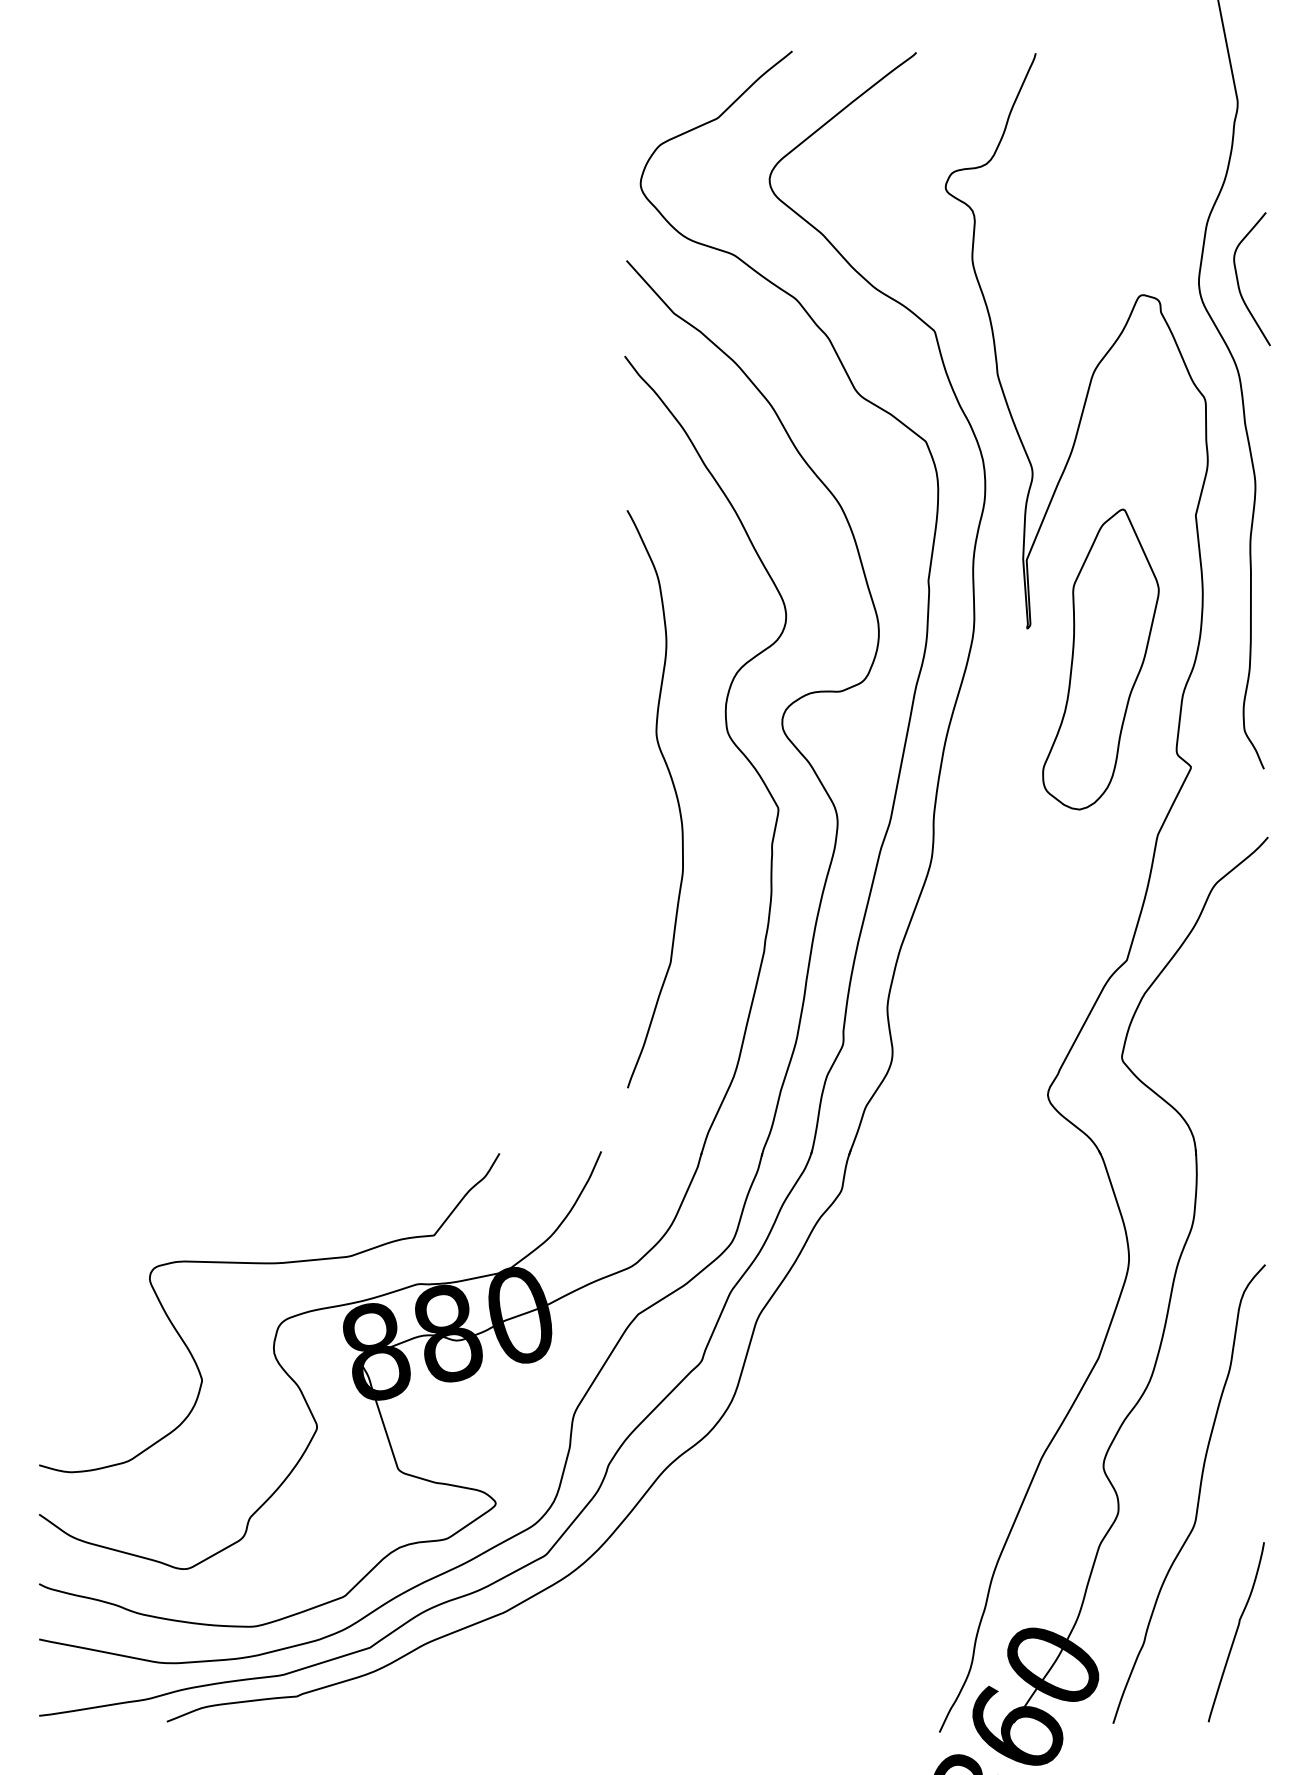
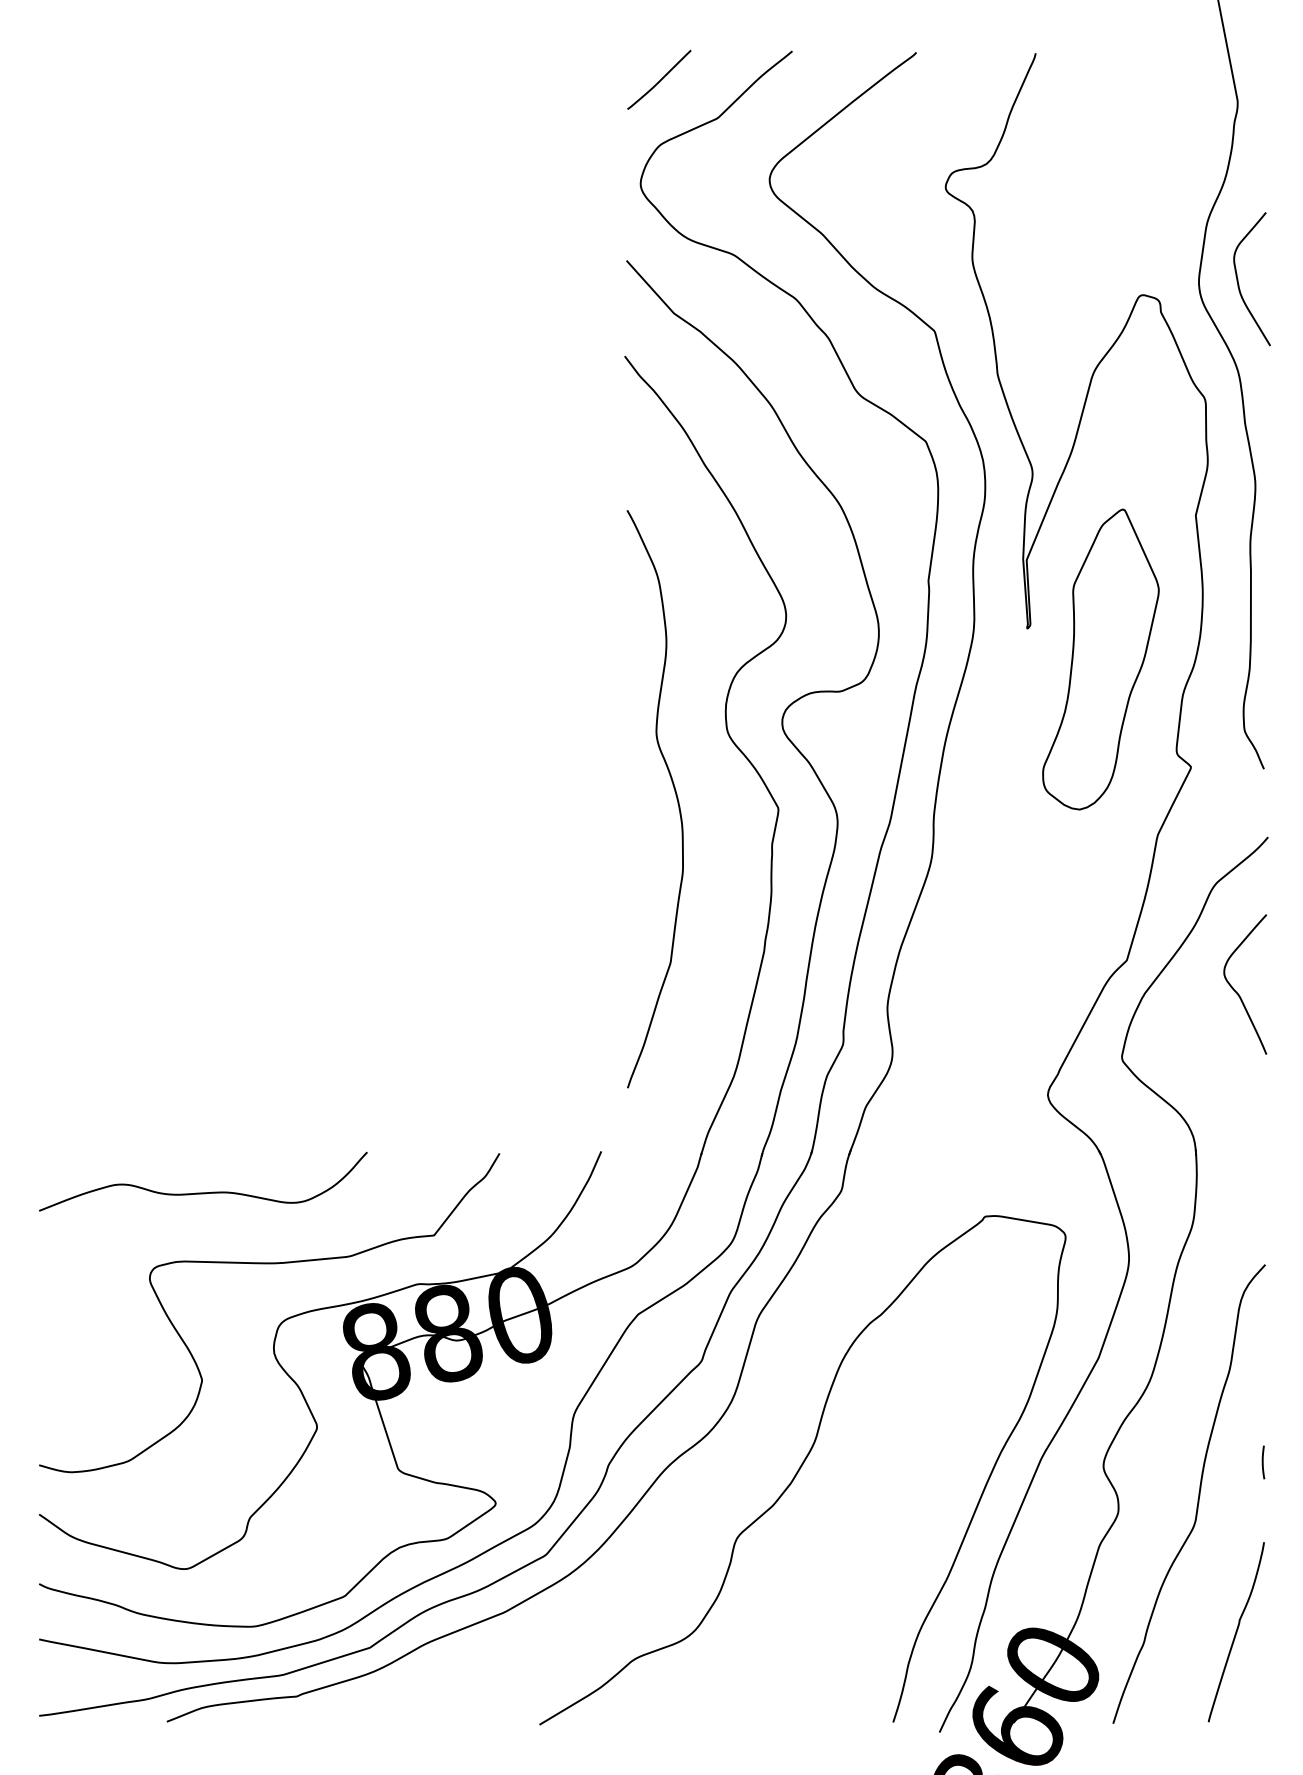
curve at (660, 79): none -> present
curve at (1237, 992): none -> present
curve at (203, 1192): none -> present
curve at (1263, 1462): none -> present
curve at (800, 1469): none -> present
